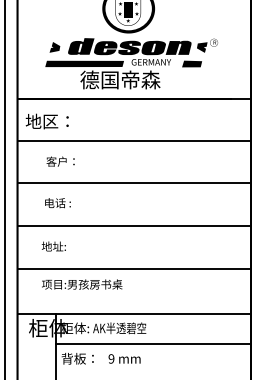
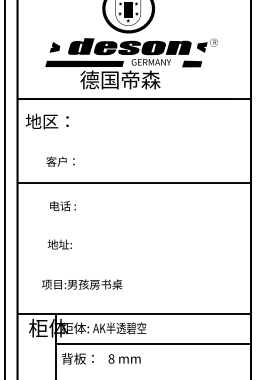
line at (133, 141): present -> none
text at (57, 203) position: (57, 203) -> (62, 206)
line at (133, 225): present -> none
text at (53, 246) position: (53, 246) -> (59, 244)
line at (133, 268): present -> none
text at (111, 358): 9 -> 8
